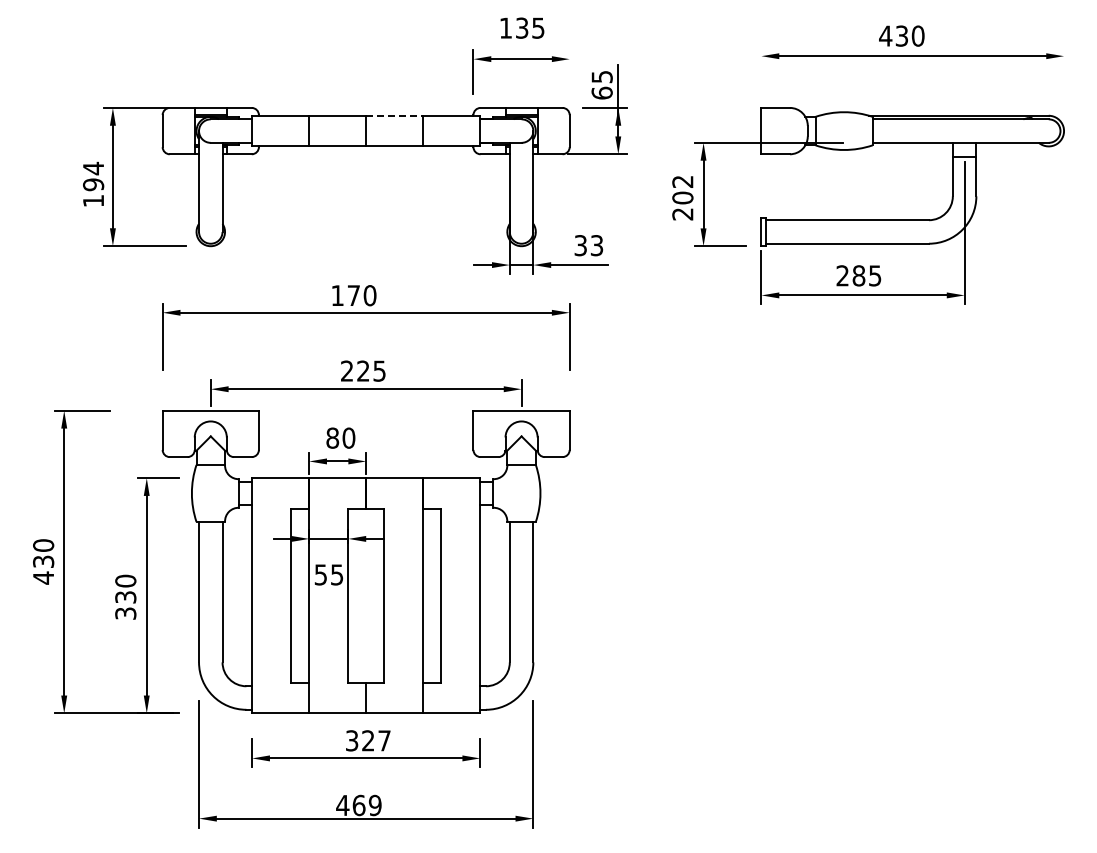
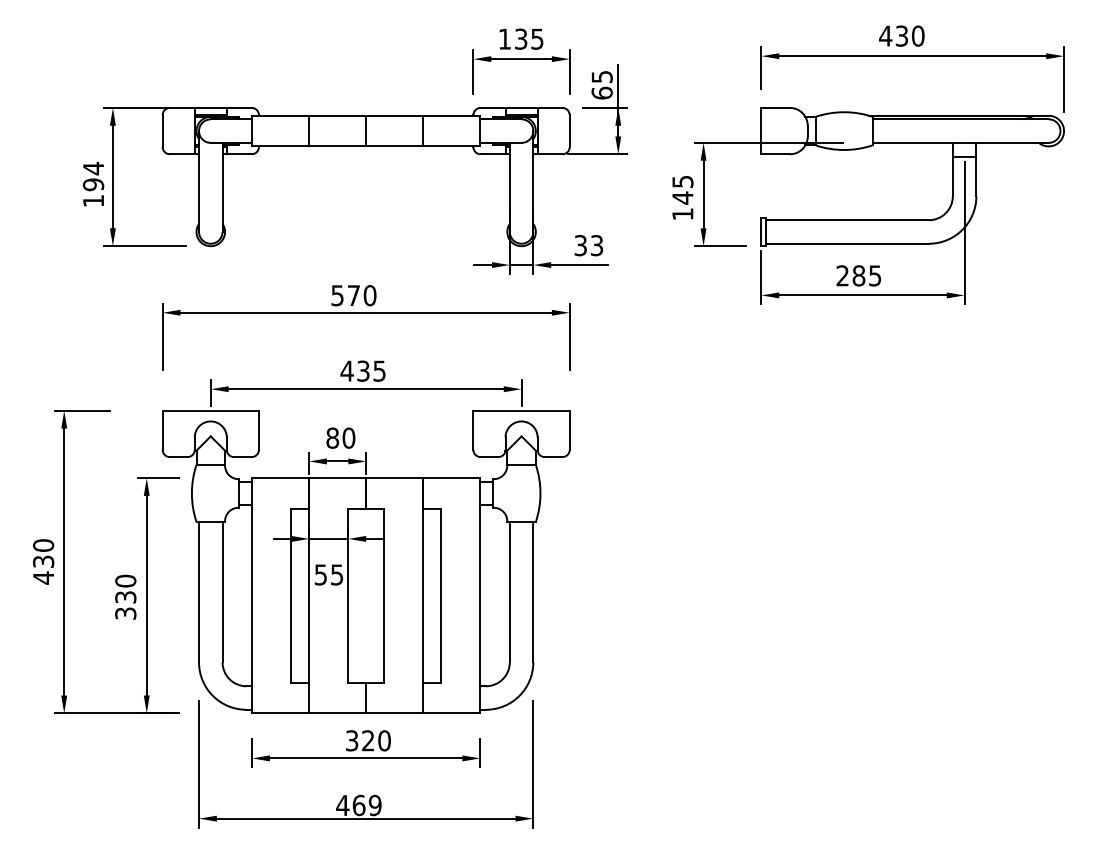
text at (522, 27) position: (522, 27) -> (521, 38)
line at (761, 68): none -> present
line at (569, 71): none -> present
line at (1064, 79): none -> present
line at (394, 115): dashed -> solid
text at (682, 198): 202 -> 145
text at (337, 295): 170 -> 570
text at (354, 370): 225 -> 435
text at (384, 740): 327 -> 320
